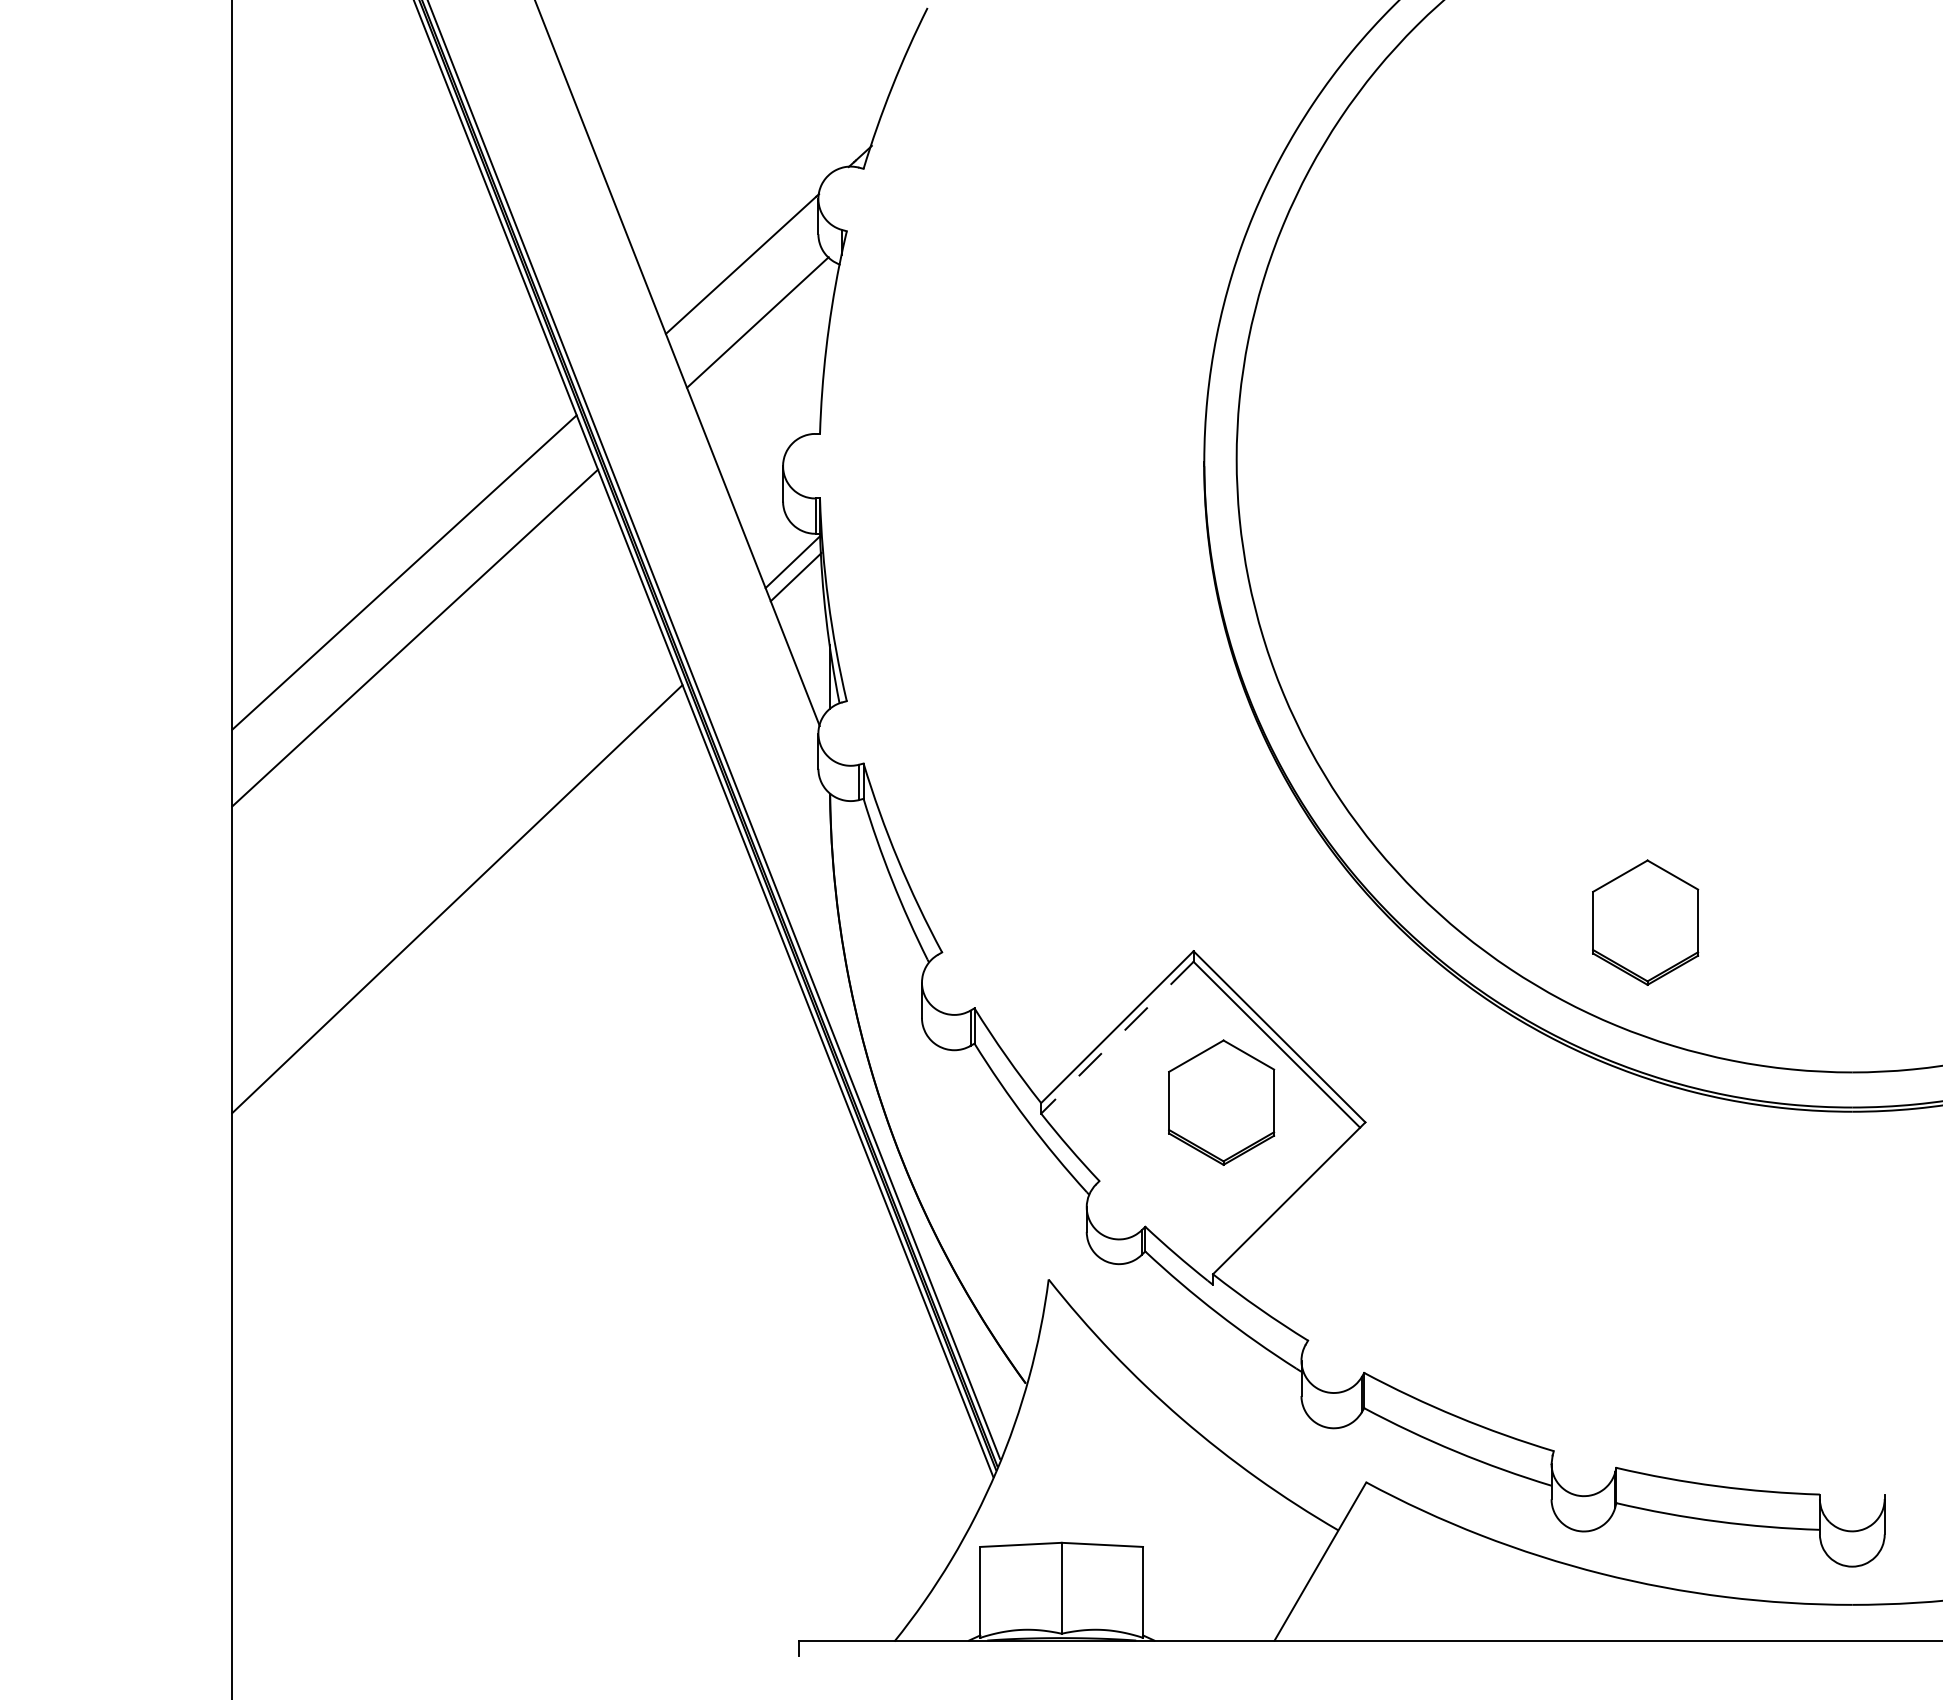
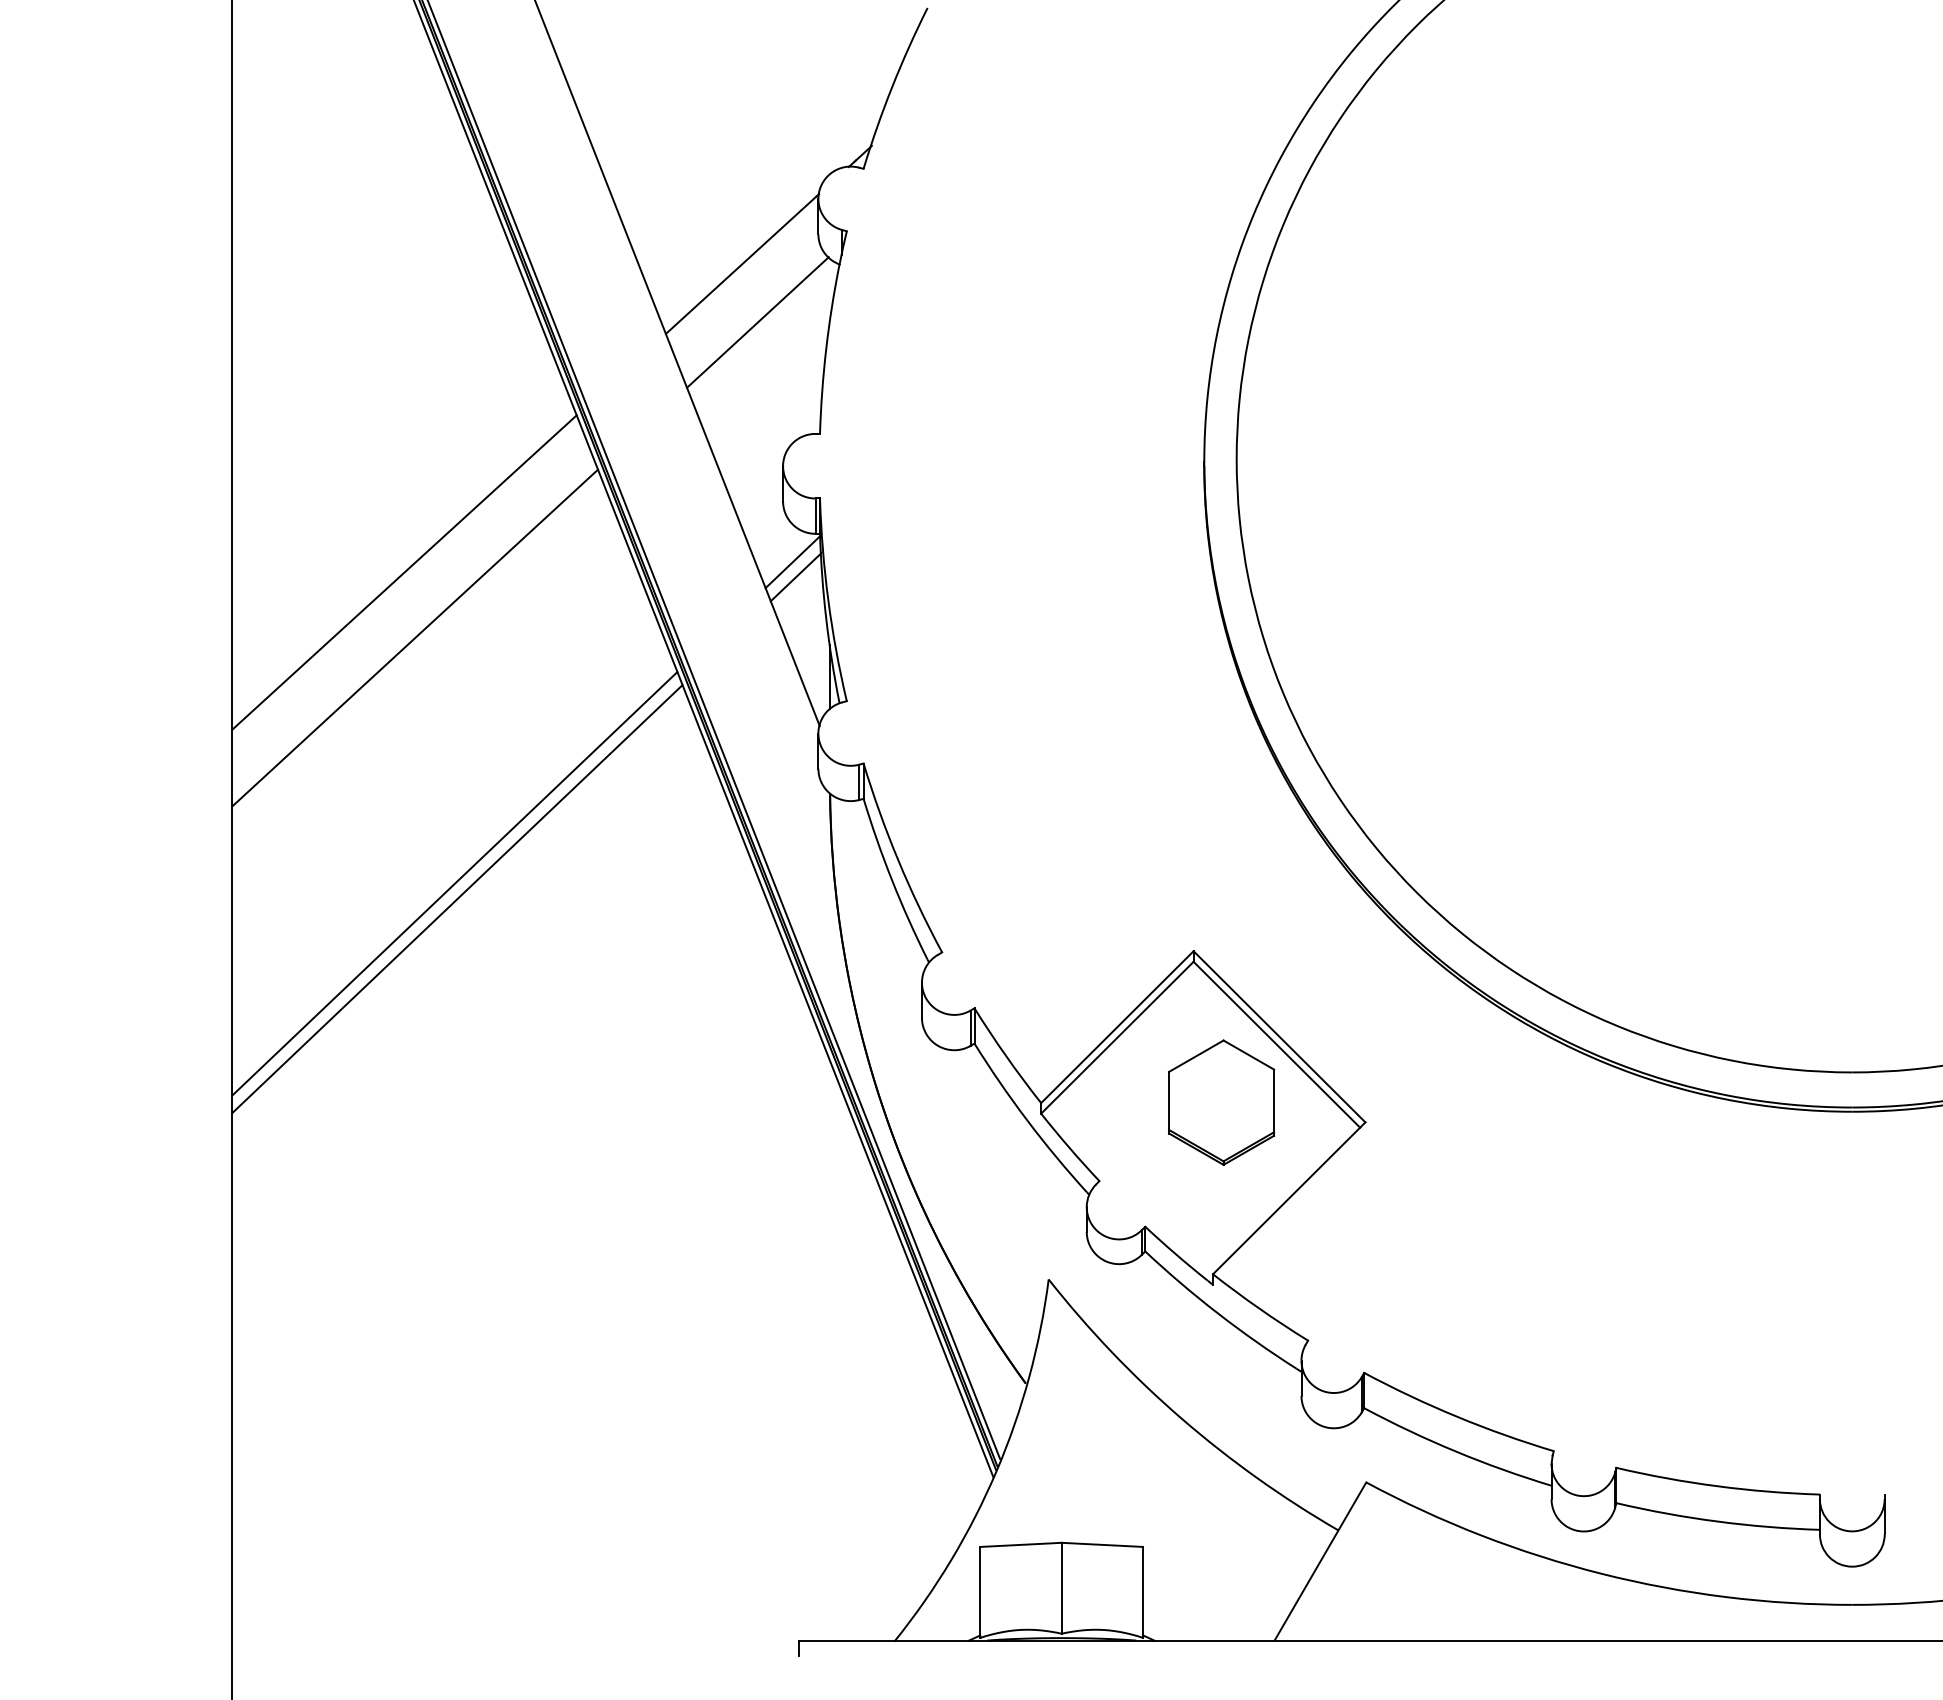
line at (454, 883): none -> present
part at (1645, 922): present -> none
line at (1117, 1037): dashed -> solid
